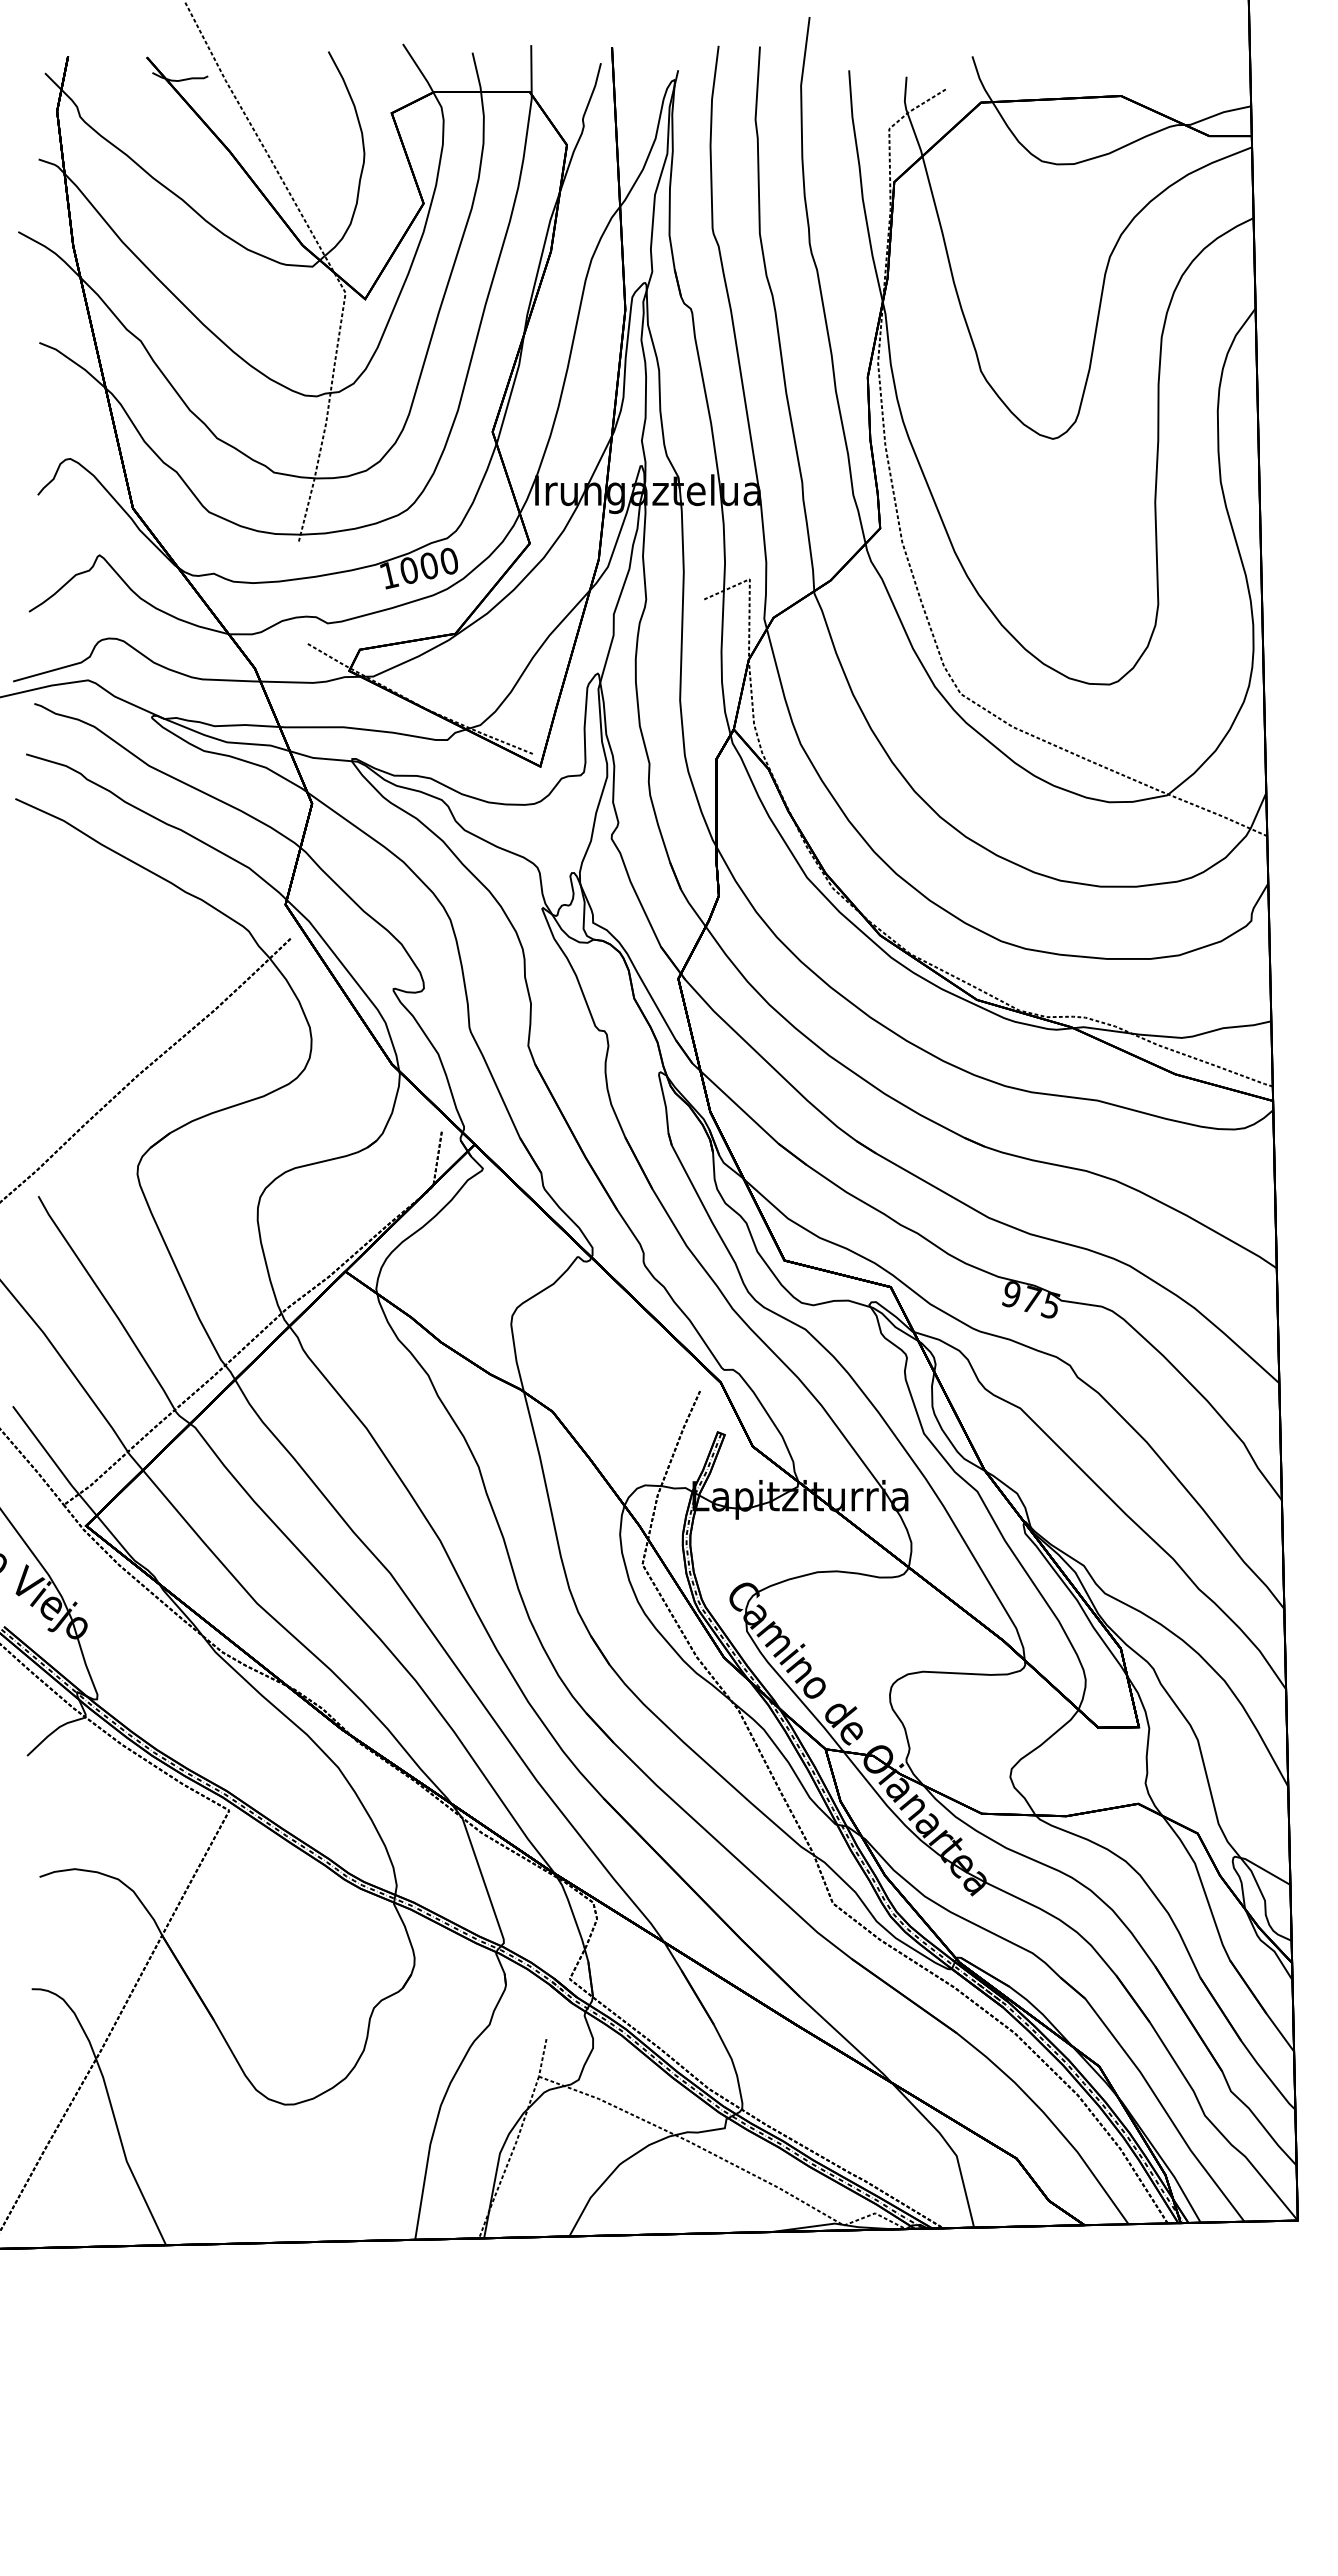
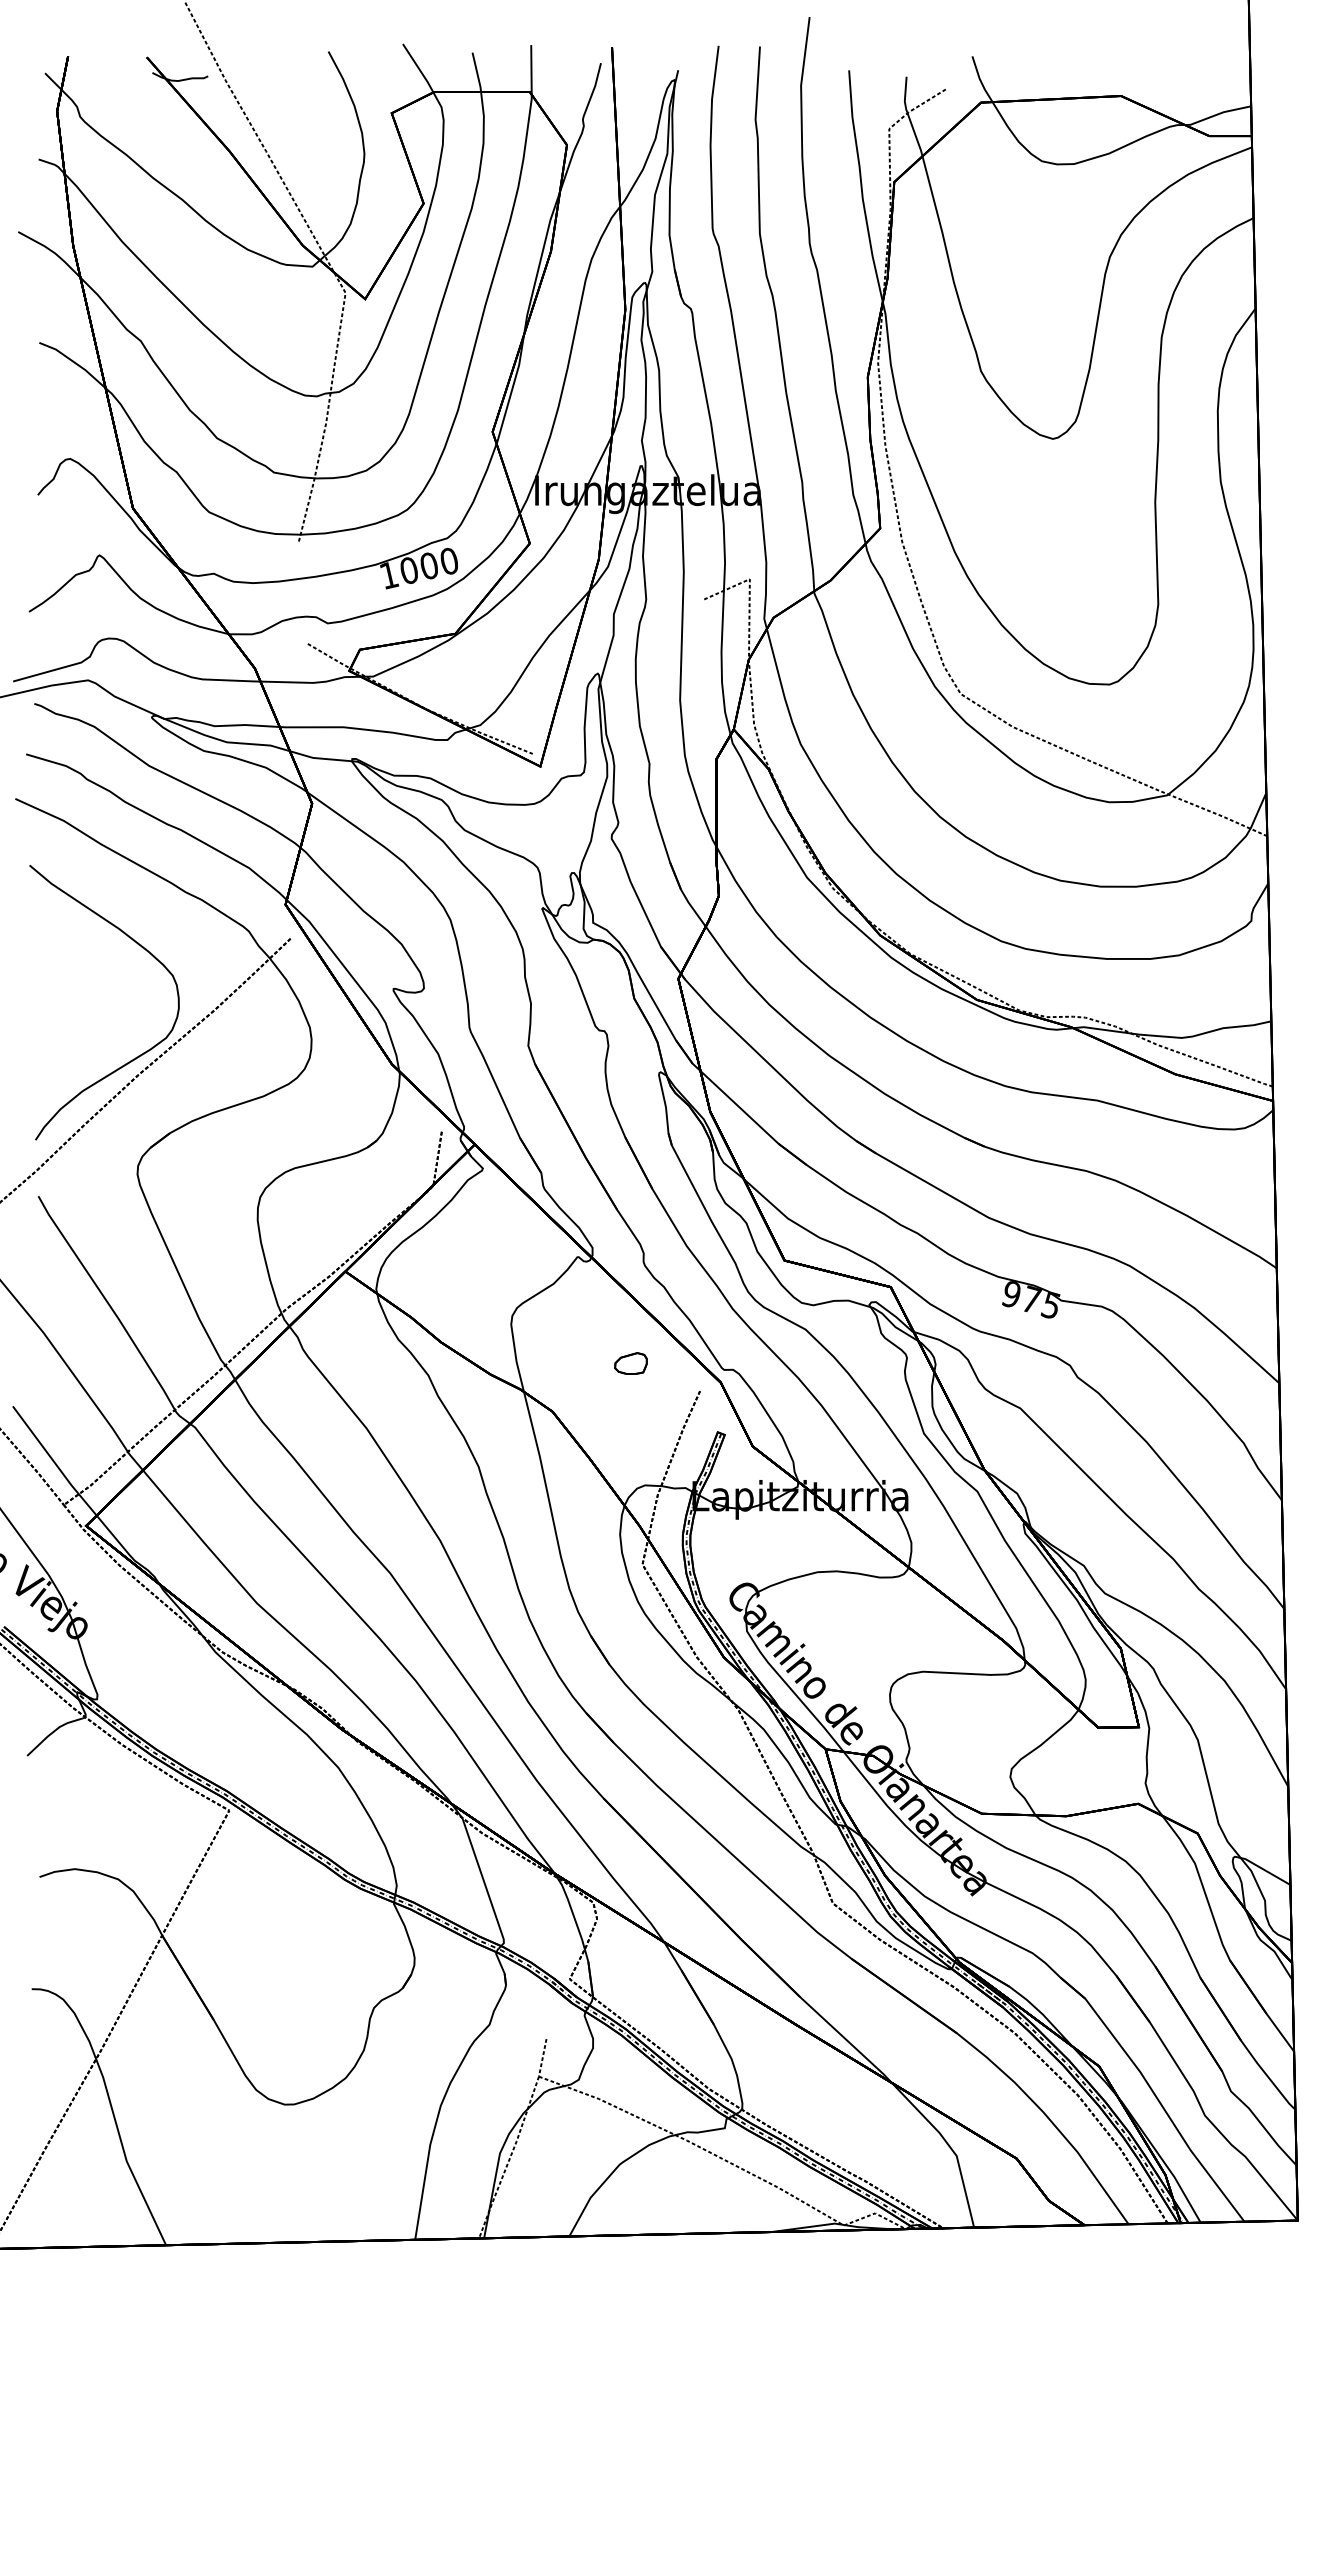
curve at (138, 1055): none -> present
part at (630, 1363): none -> present
